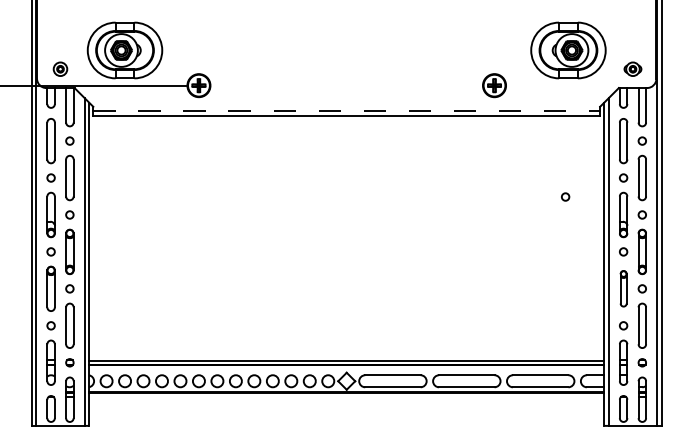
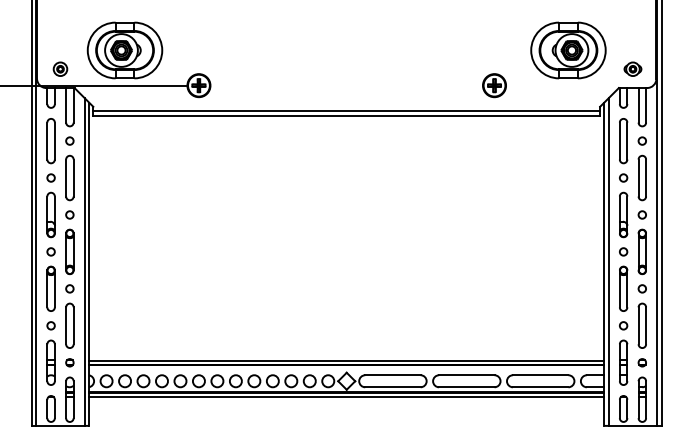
line at (347, 111): dashed -> solid
circle at (565, 196): present -> none
part at (623, 288) size: 9x38 px -> 10x47 px
line at (346, 396): none -> present
